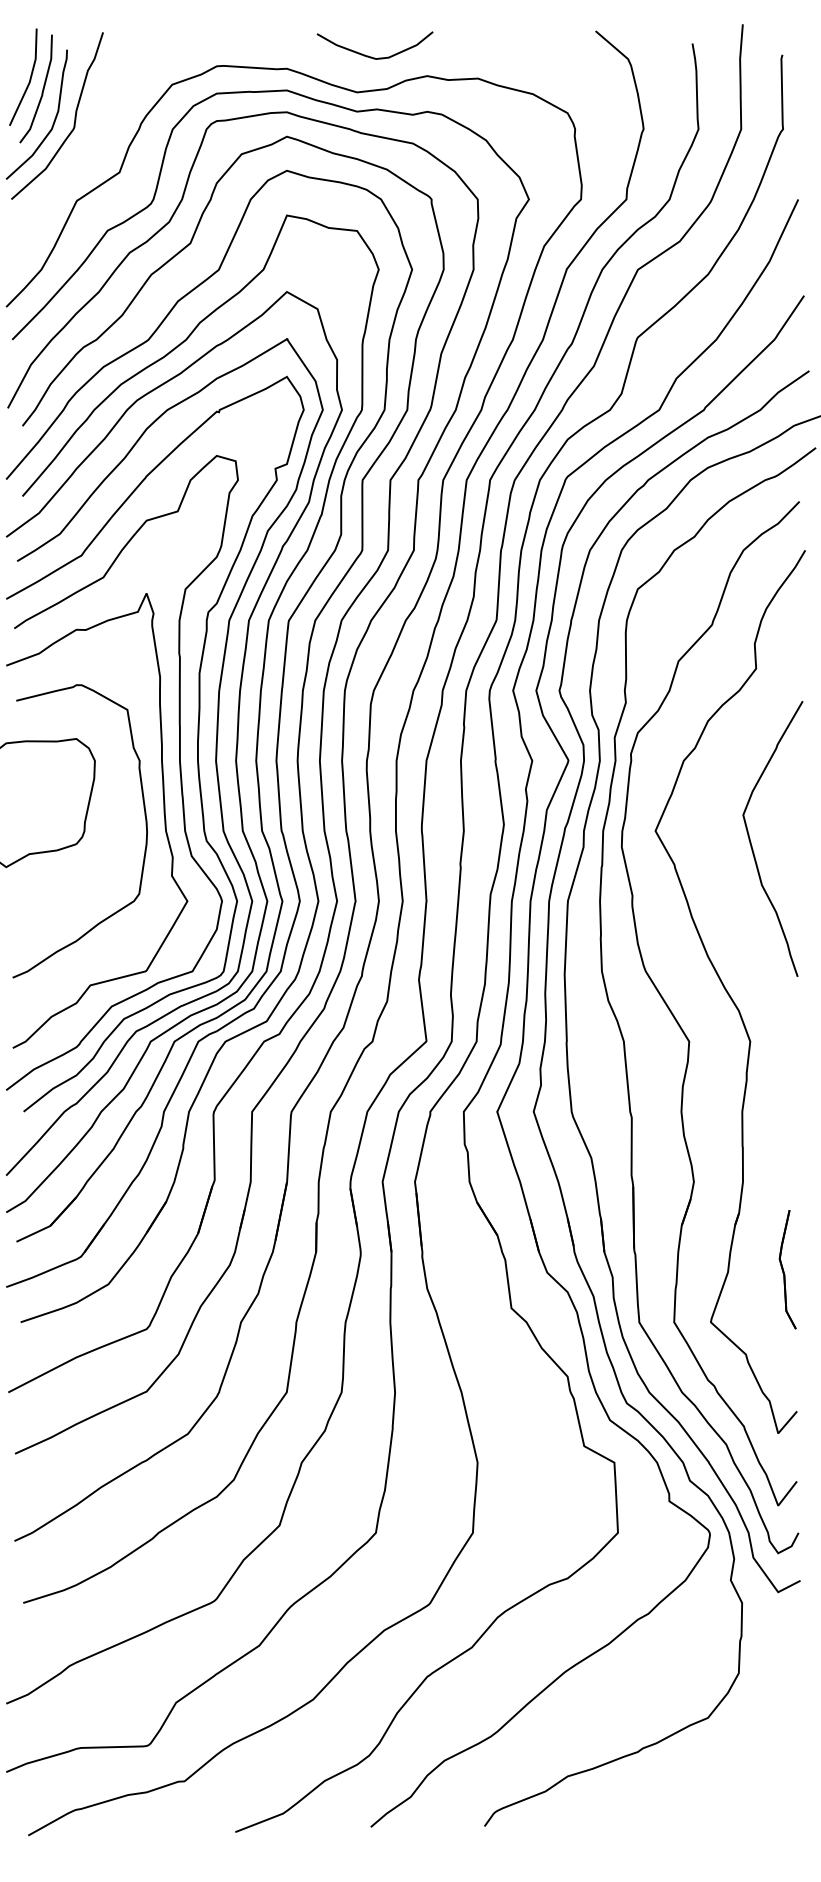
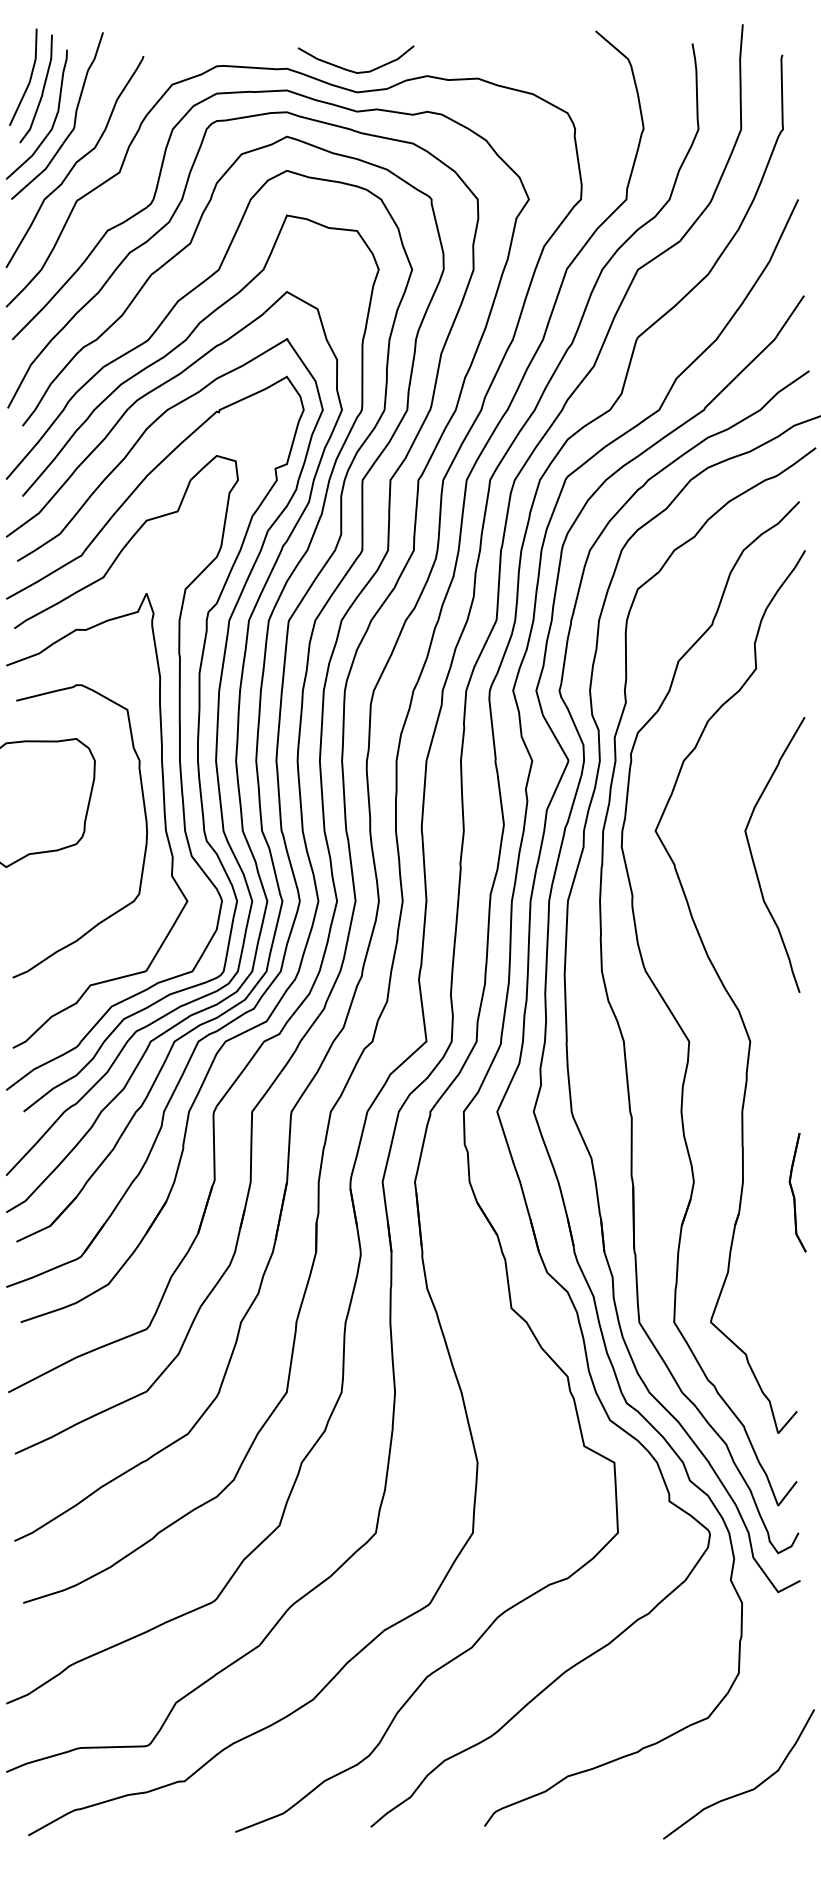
curve at (371, 56) position: (371, 56) -> (352, 70)
curve at (75, 162): none -> present
curve at (752, 845) position: (752, 845) -> (754, 861)
part at (787, 1269) position: (787, 1269) -> (797, 1192)
curve at (744, 1791): none -> present
